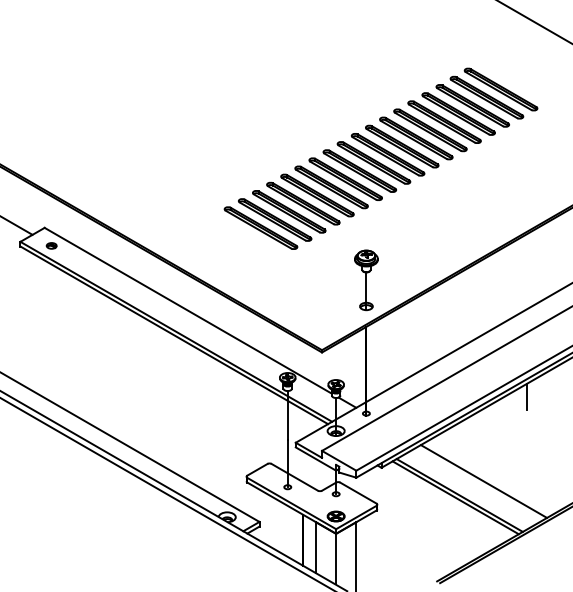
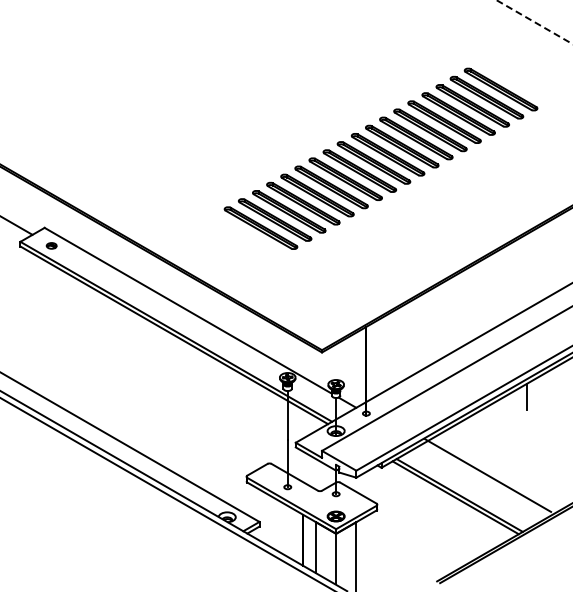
line at (534, 22): solid -> dashed
part at (366, 280): present -> none
line at (483, 481) position: (483, 481) -> (487, 475)
